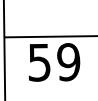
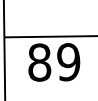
text at (39, 62): 59 -> 89
